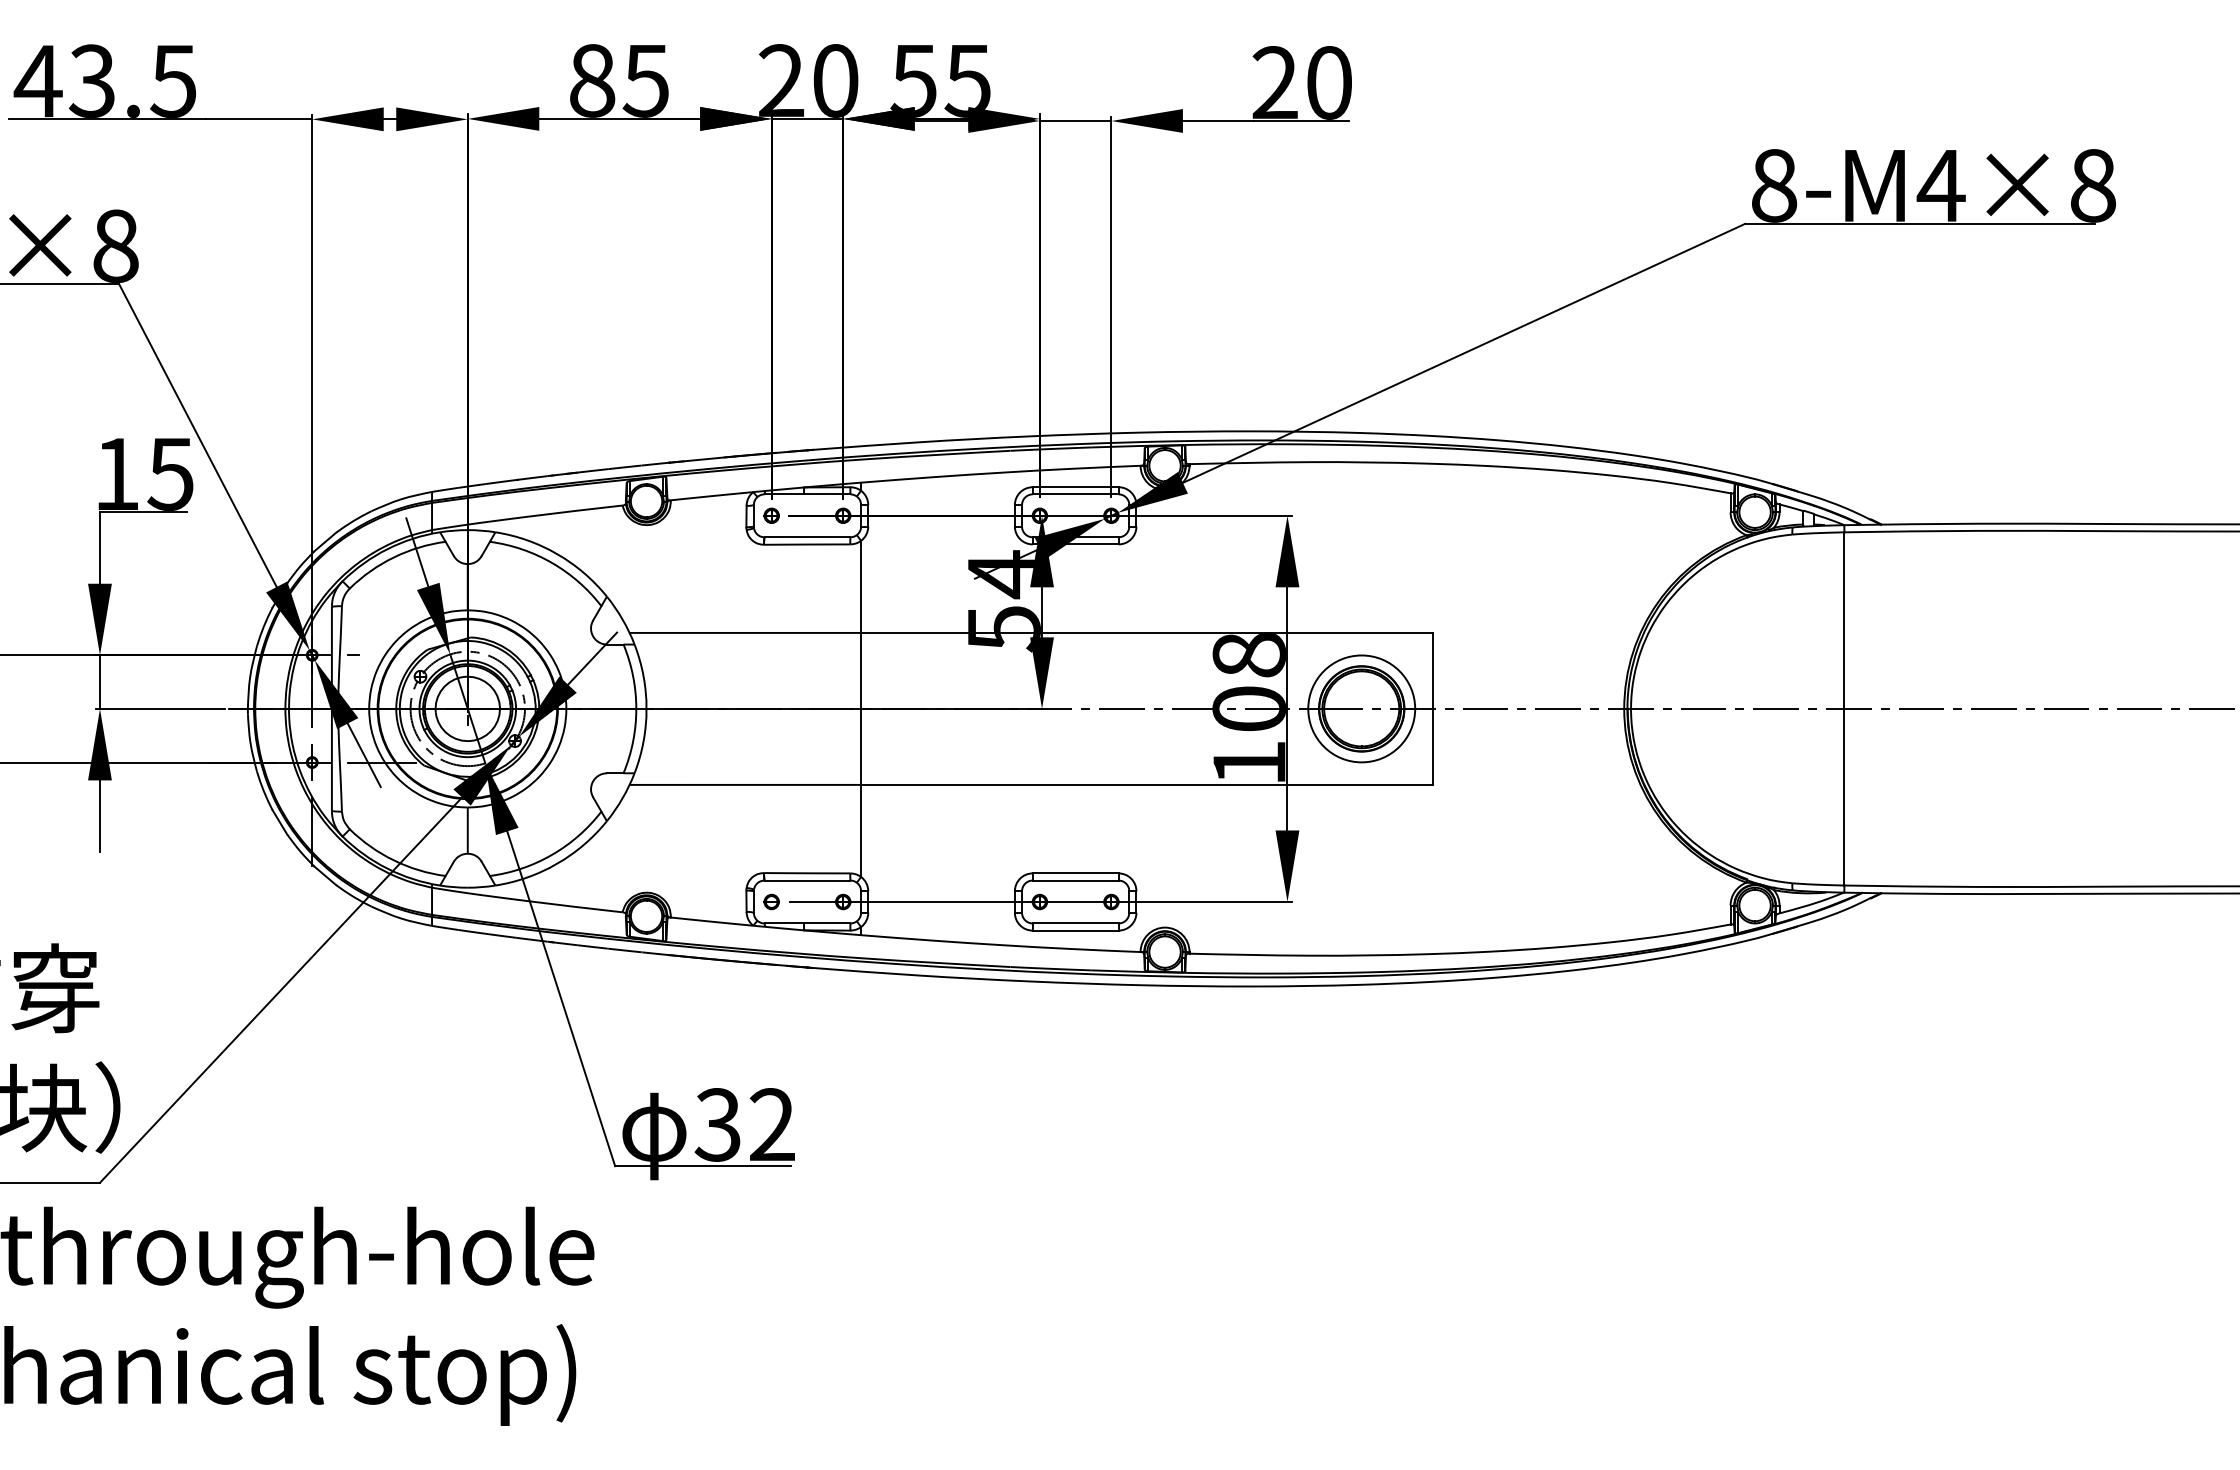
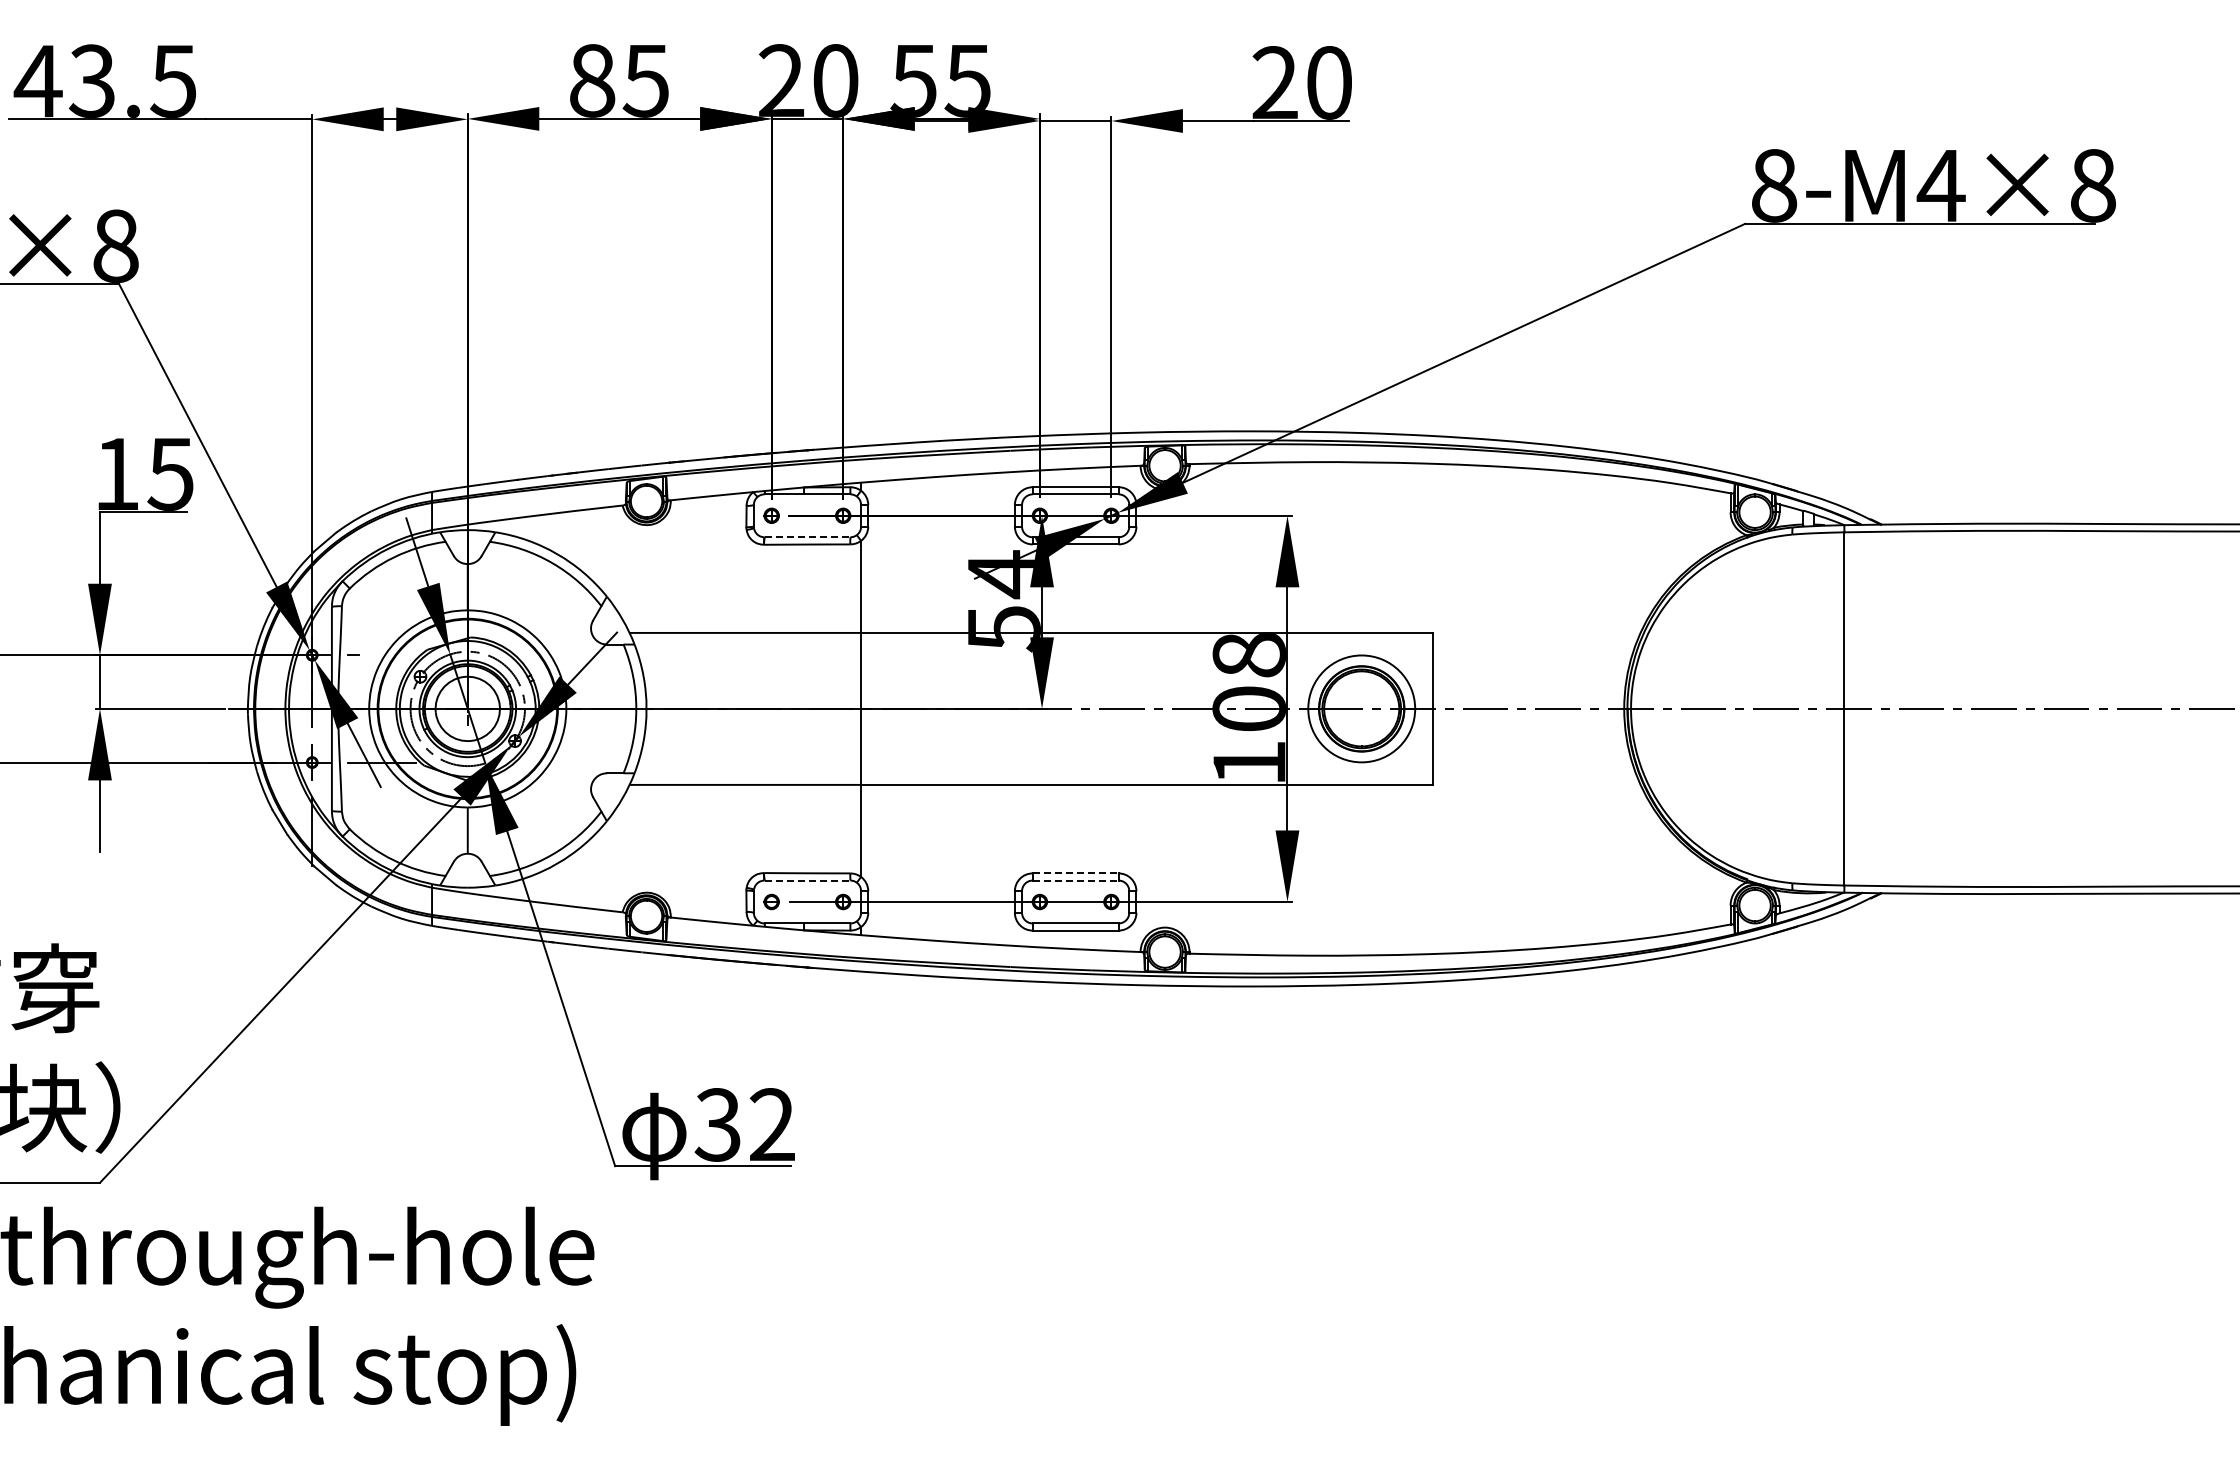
line at (807, 537): solid -> dashed
line at (1075, 873): solid -> dashed
line at (807, 880): solid -> dashed
line at (1075, 880): solid -> dashed
